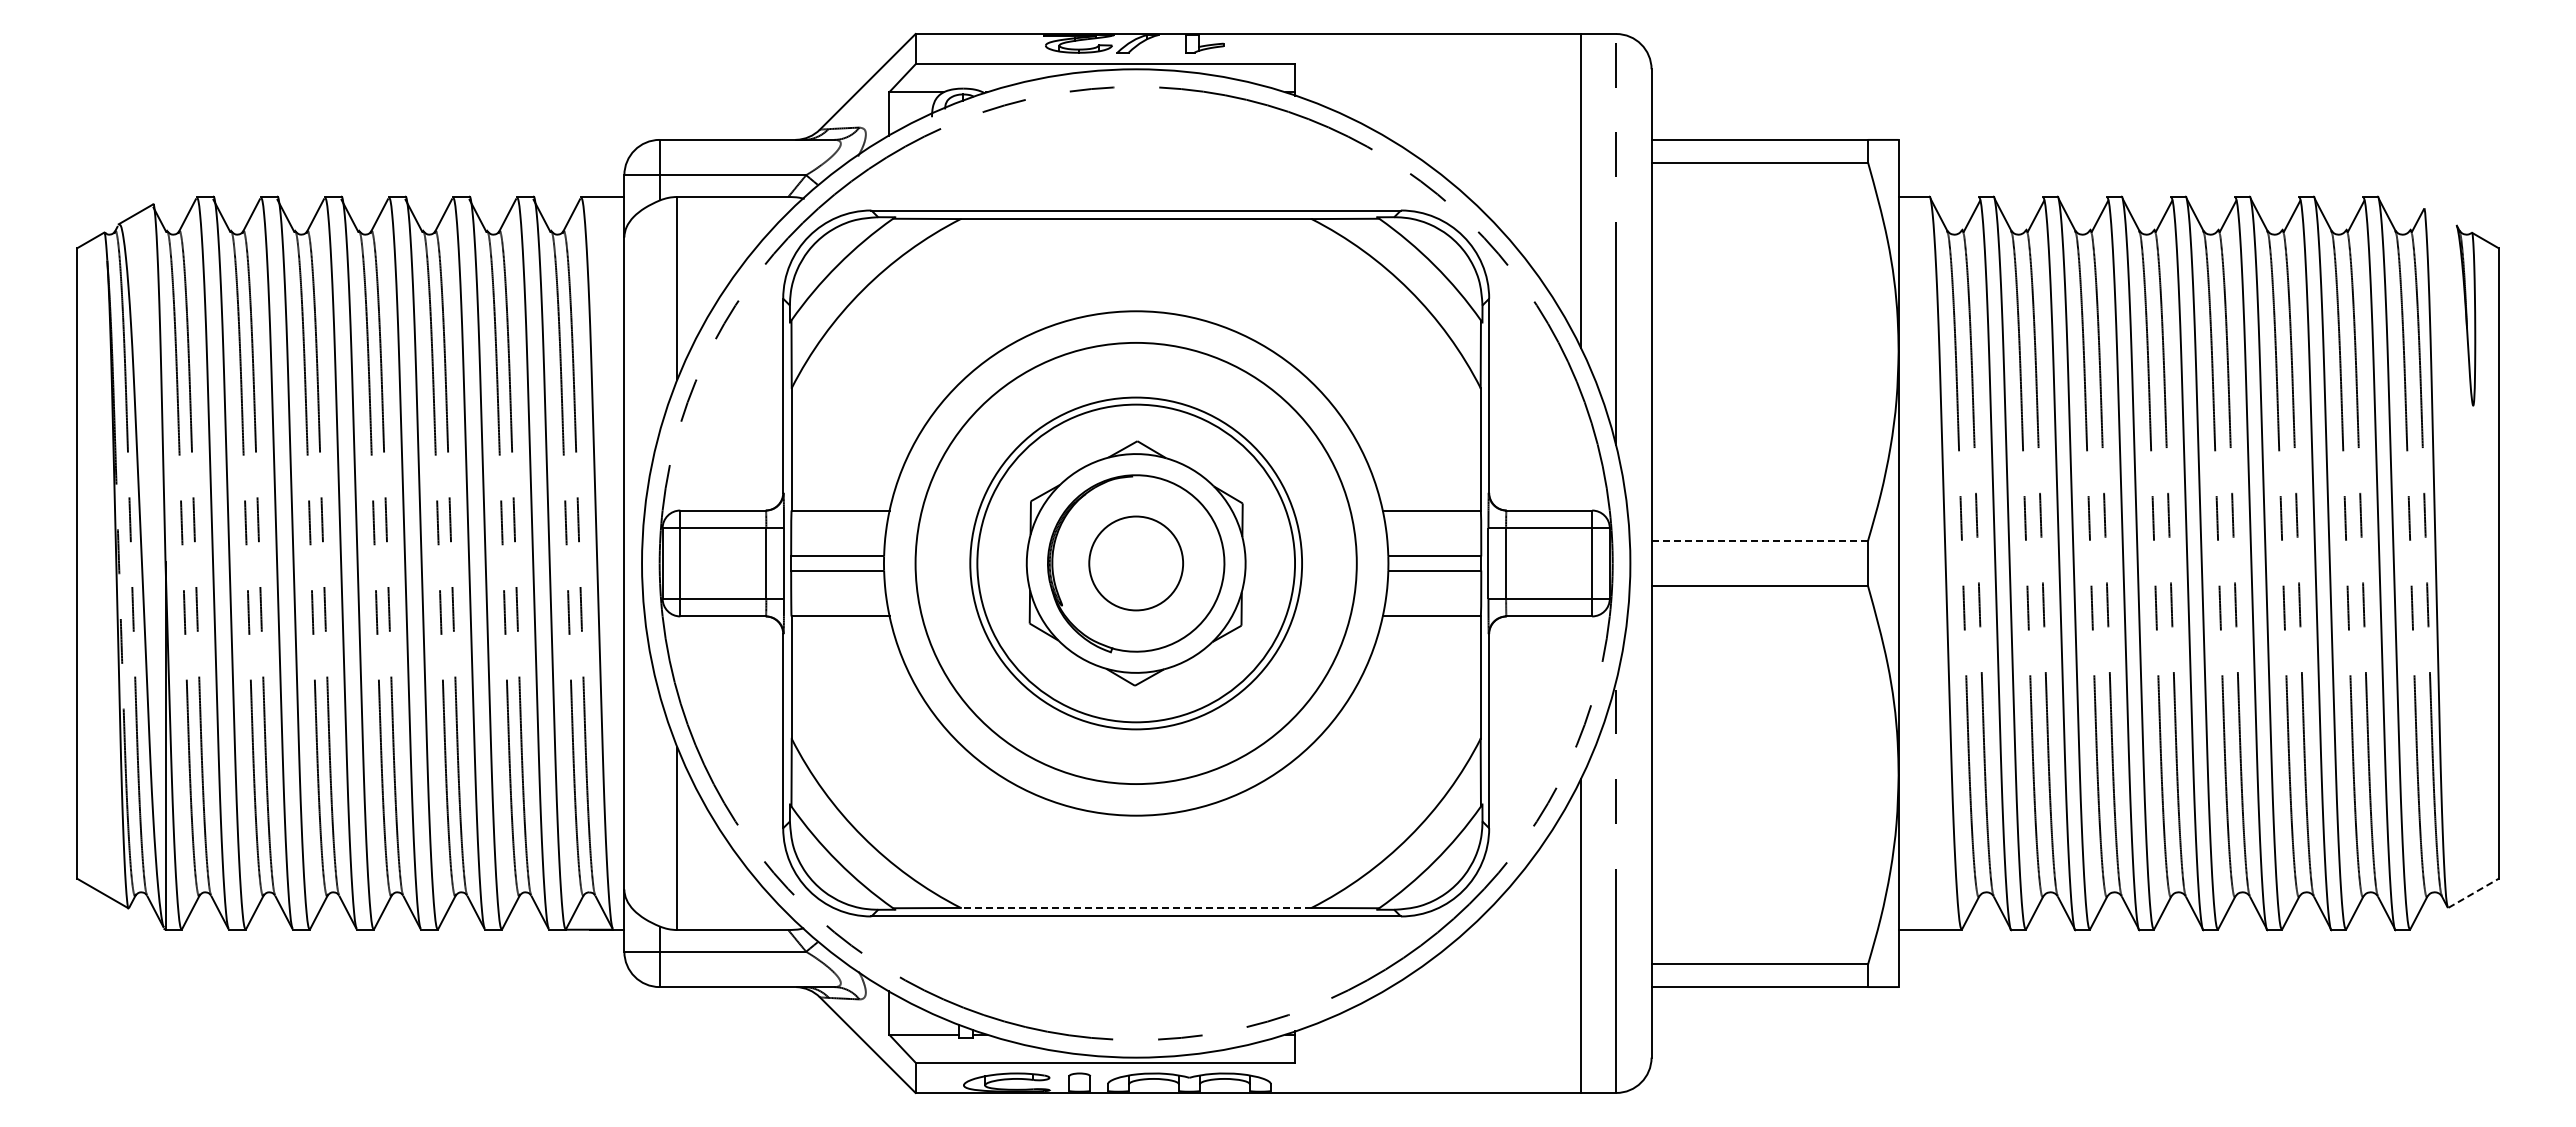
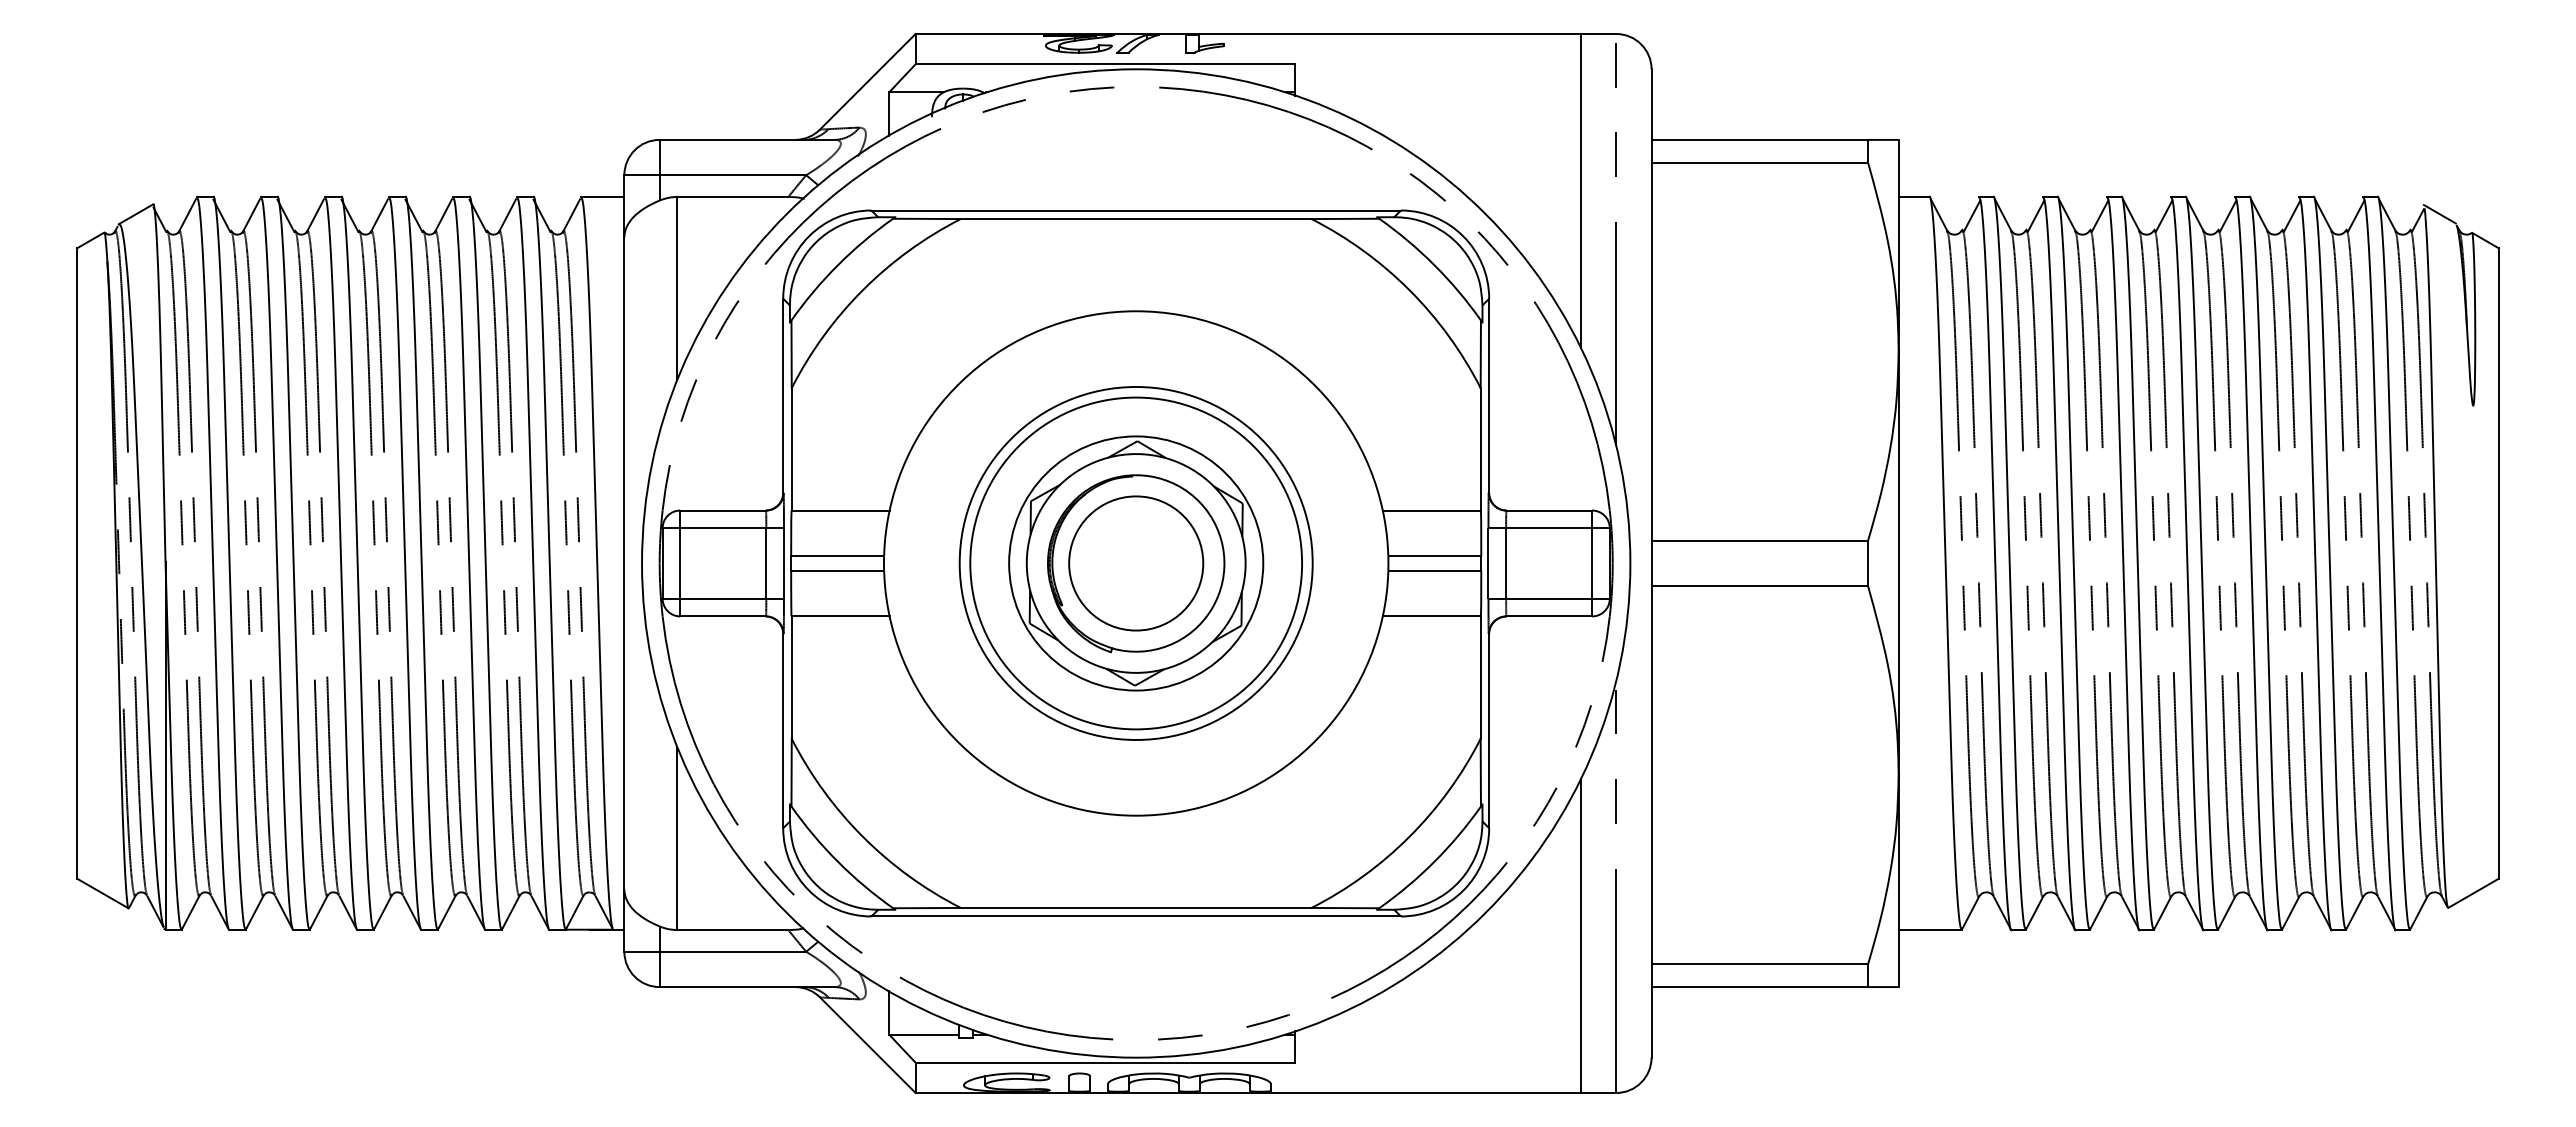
line at (2439, 214): none -> present
line at (1760, 540): dashed -> solid
circle at (1135, 563) diameter: 441 px -> 353 px
circle at (1136, 563) diameter: 318 px -> 254 px
circle at (1136, 563) diameter: 94 px -> 134 px
line at (2474, 893): dashed -> solid
line at (1135, 907): dashed -> solid
